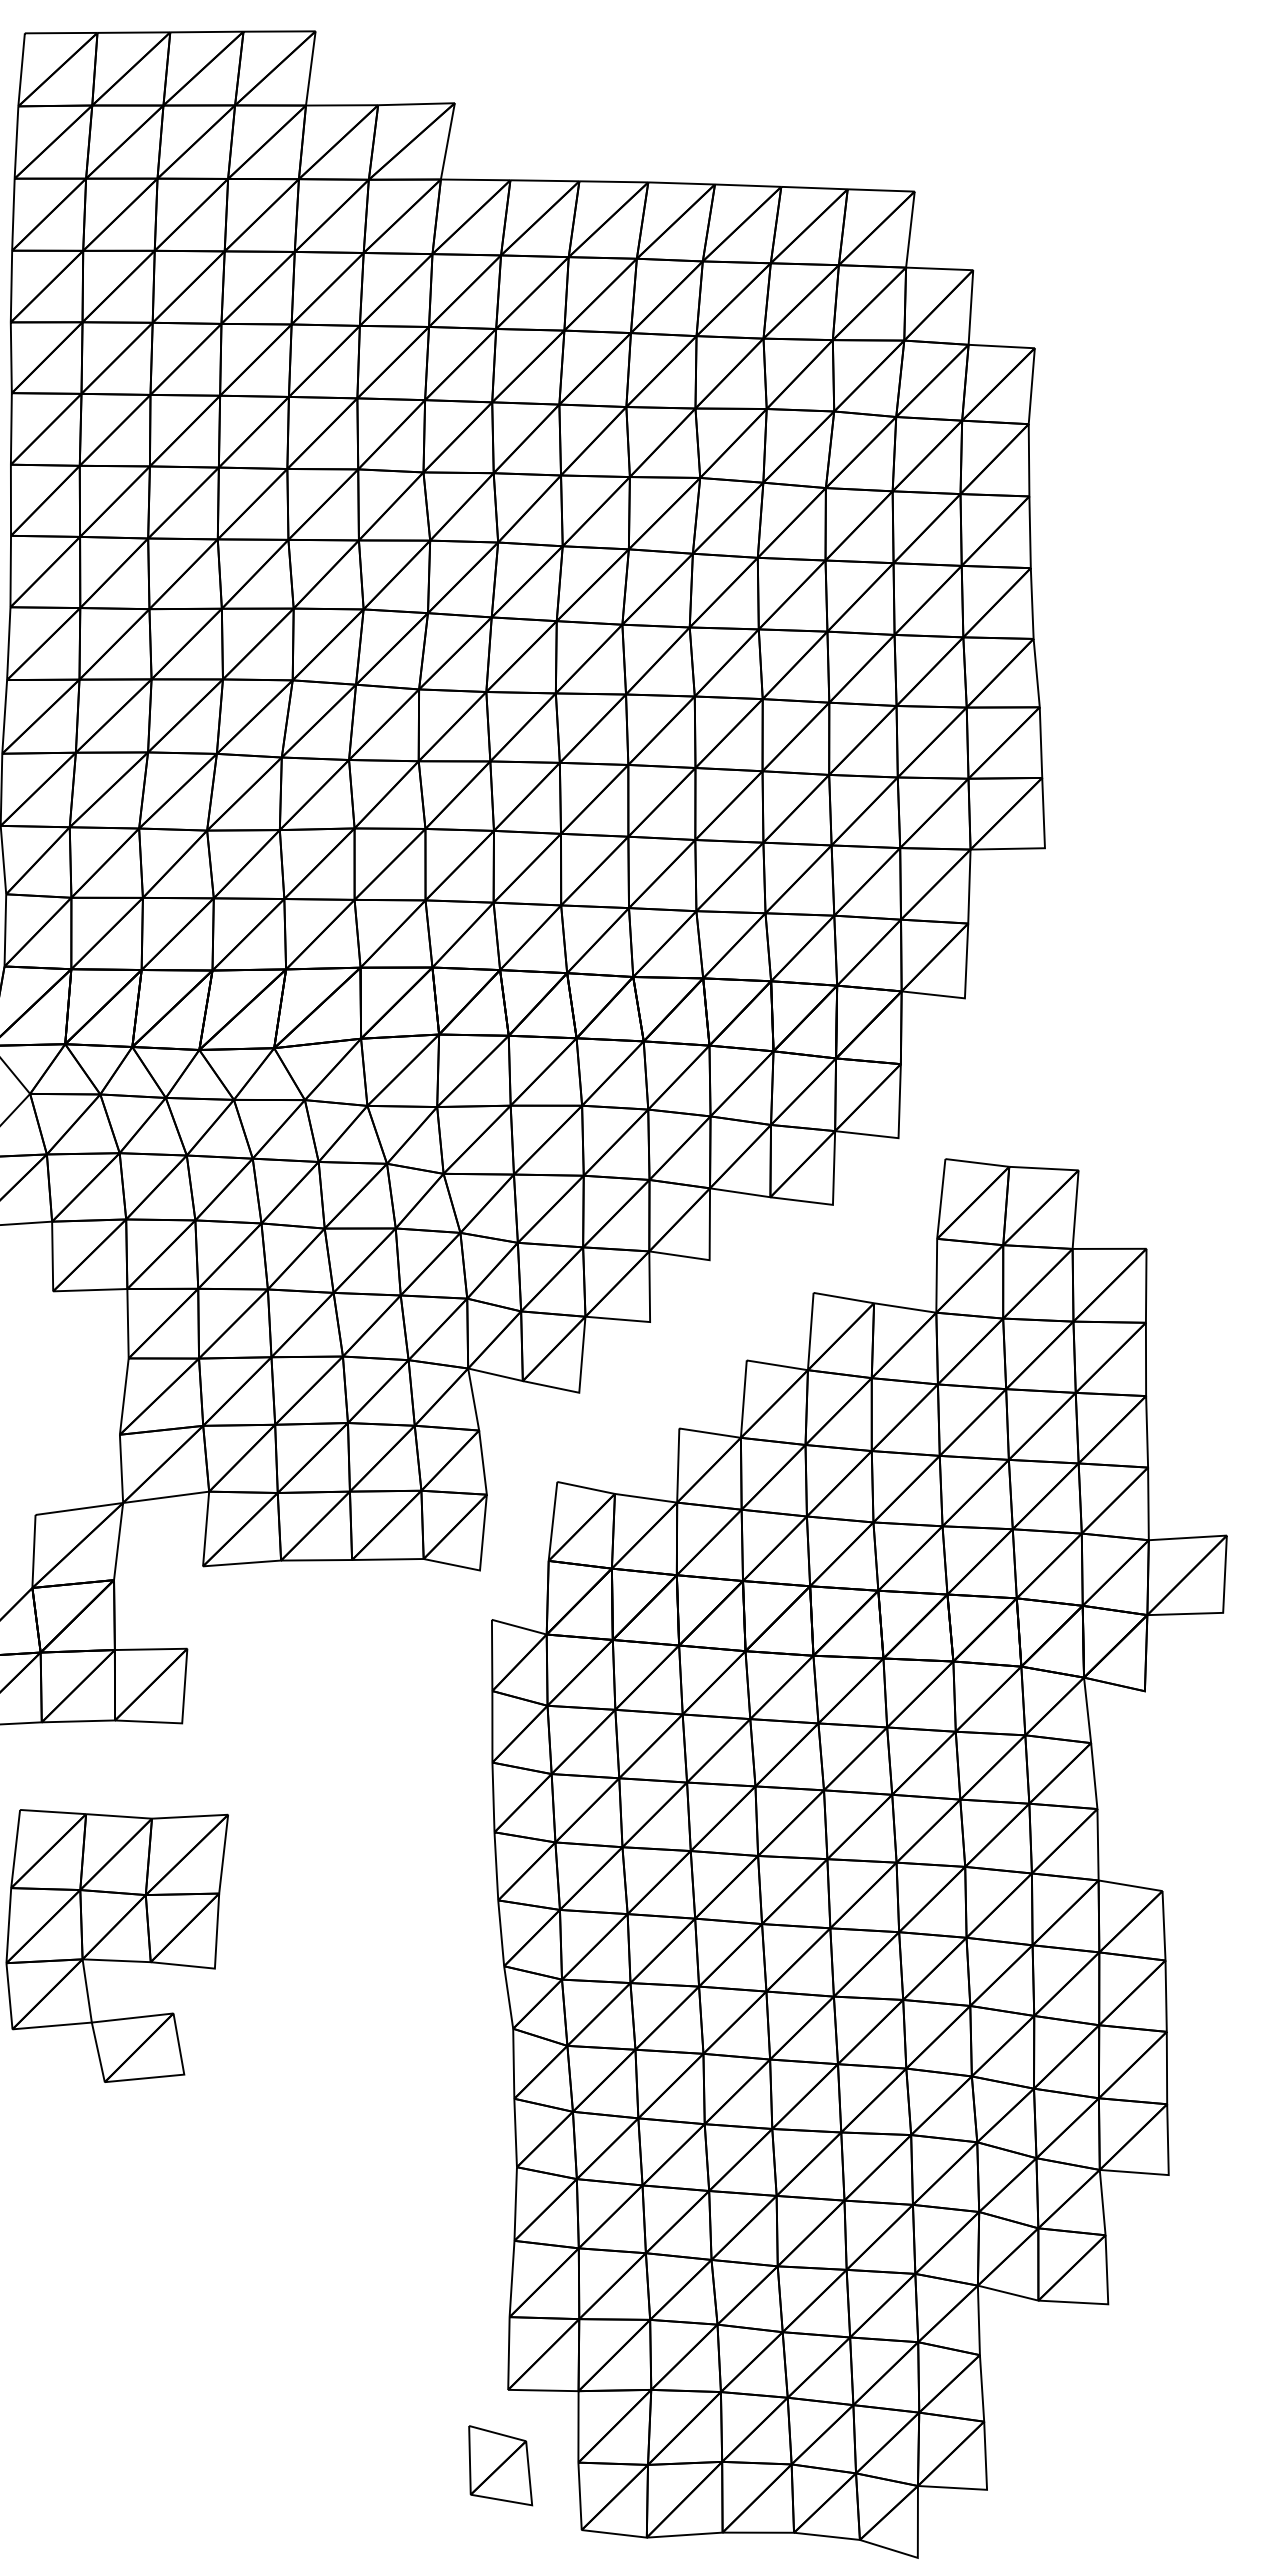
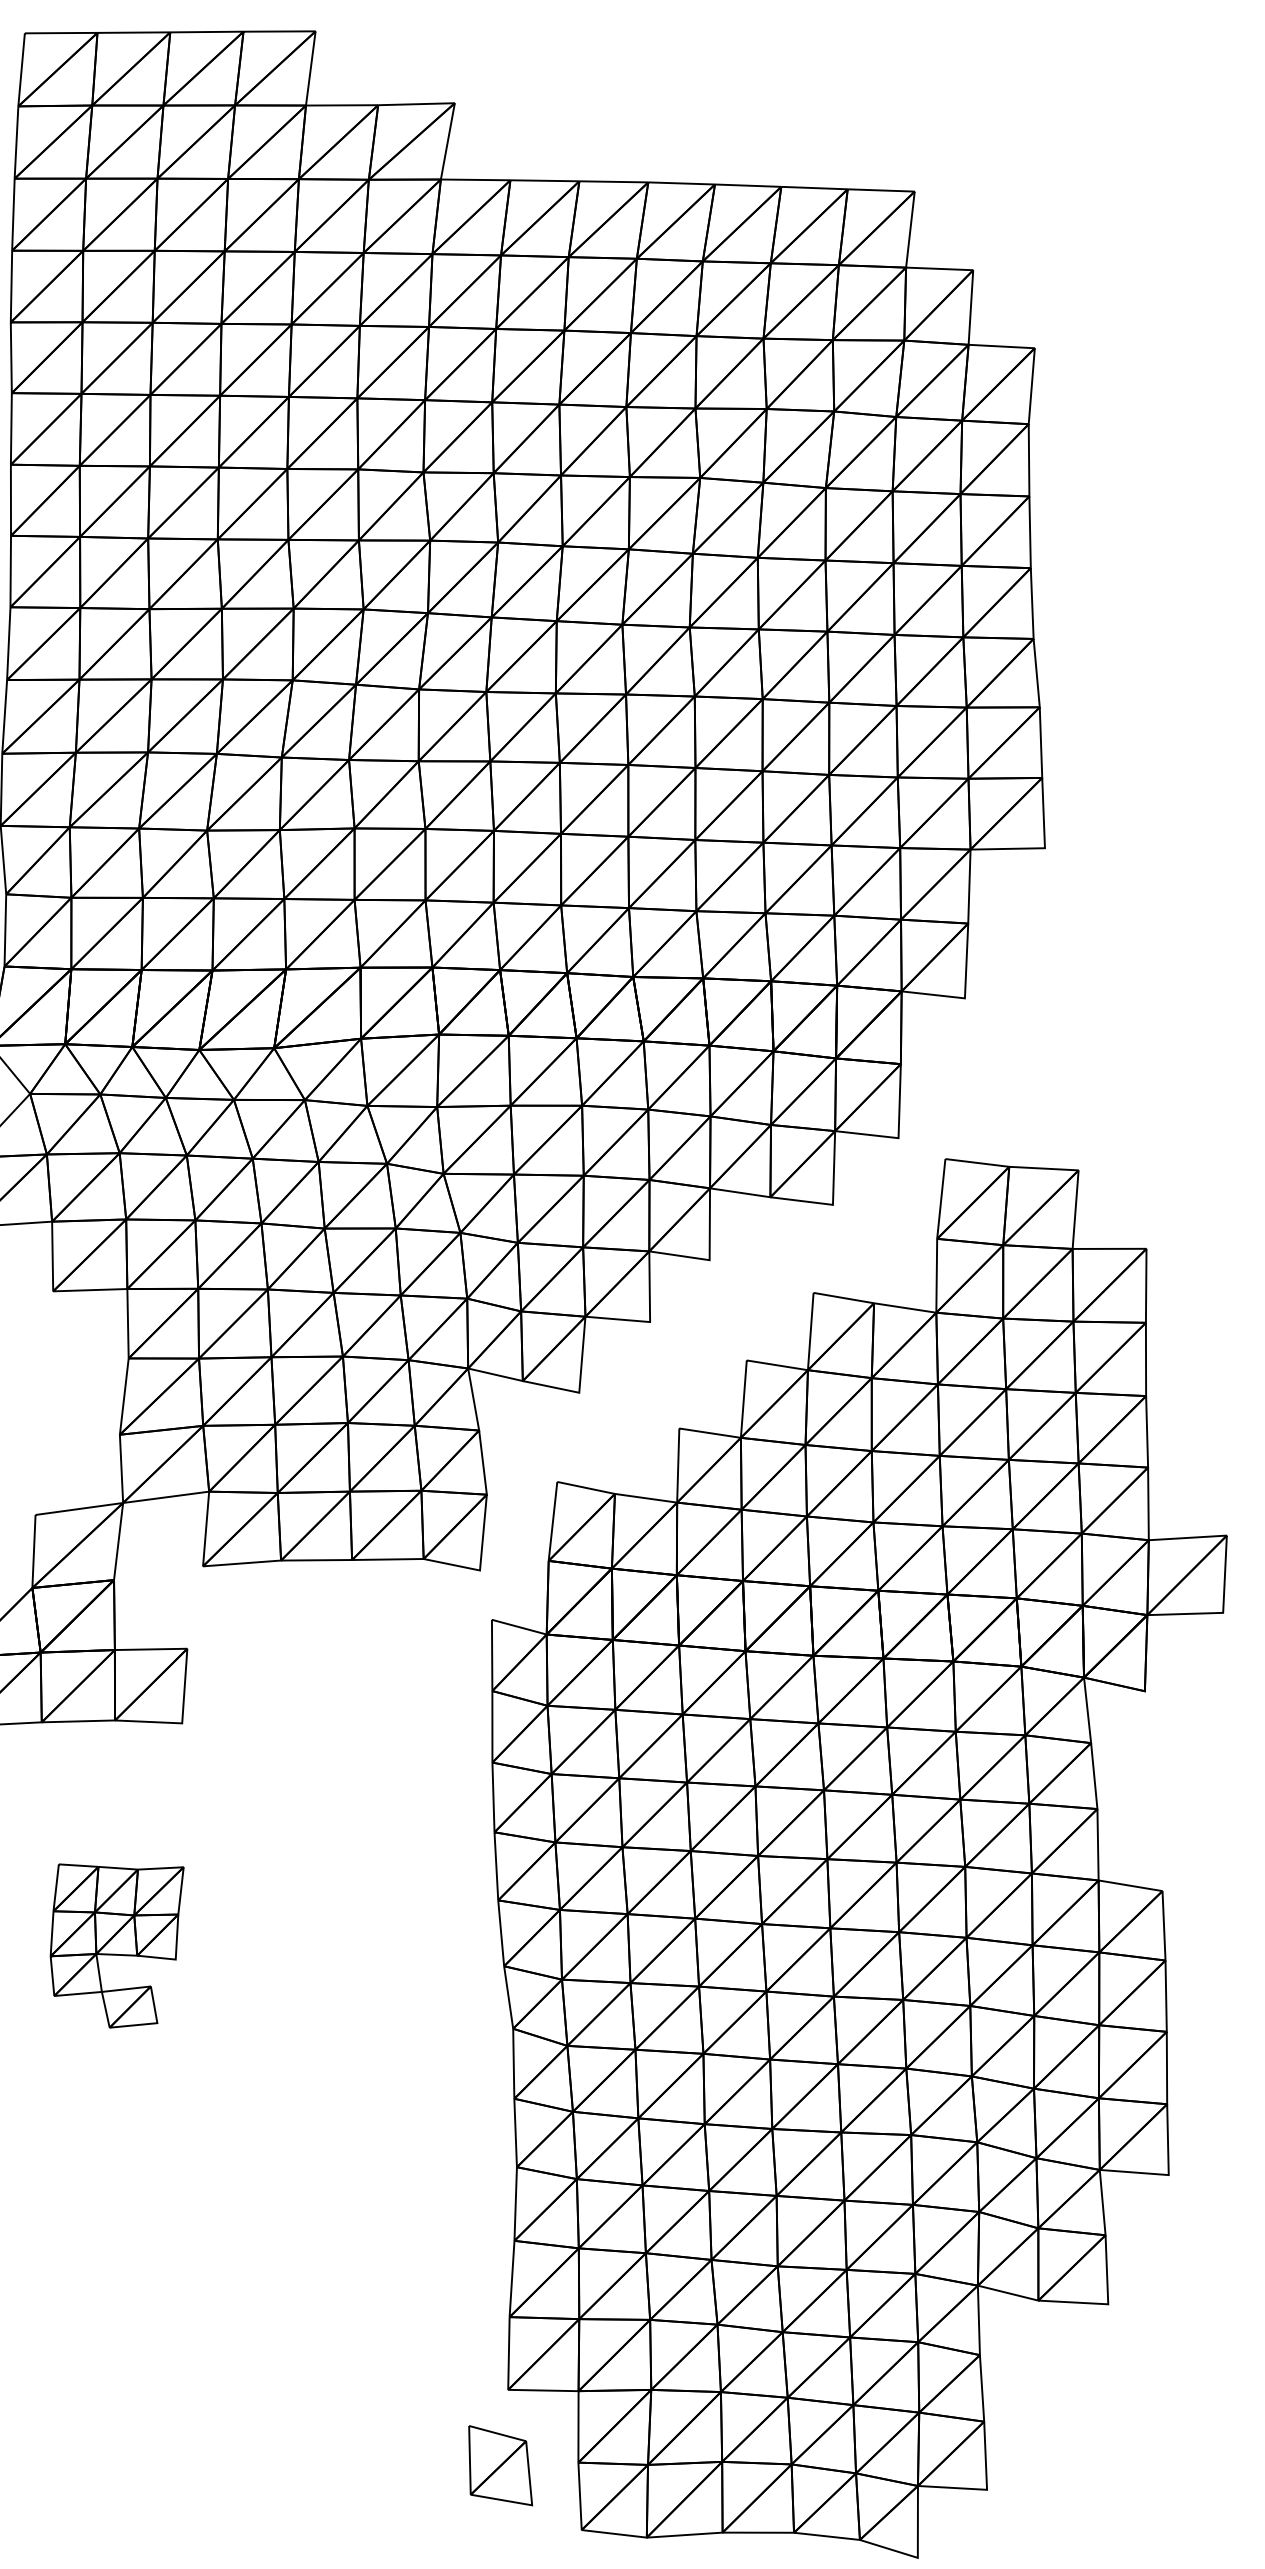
part at (116, 1945) size: 224x274 px -> 136x166 px
